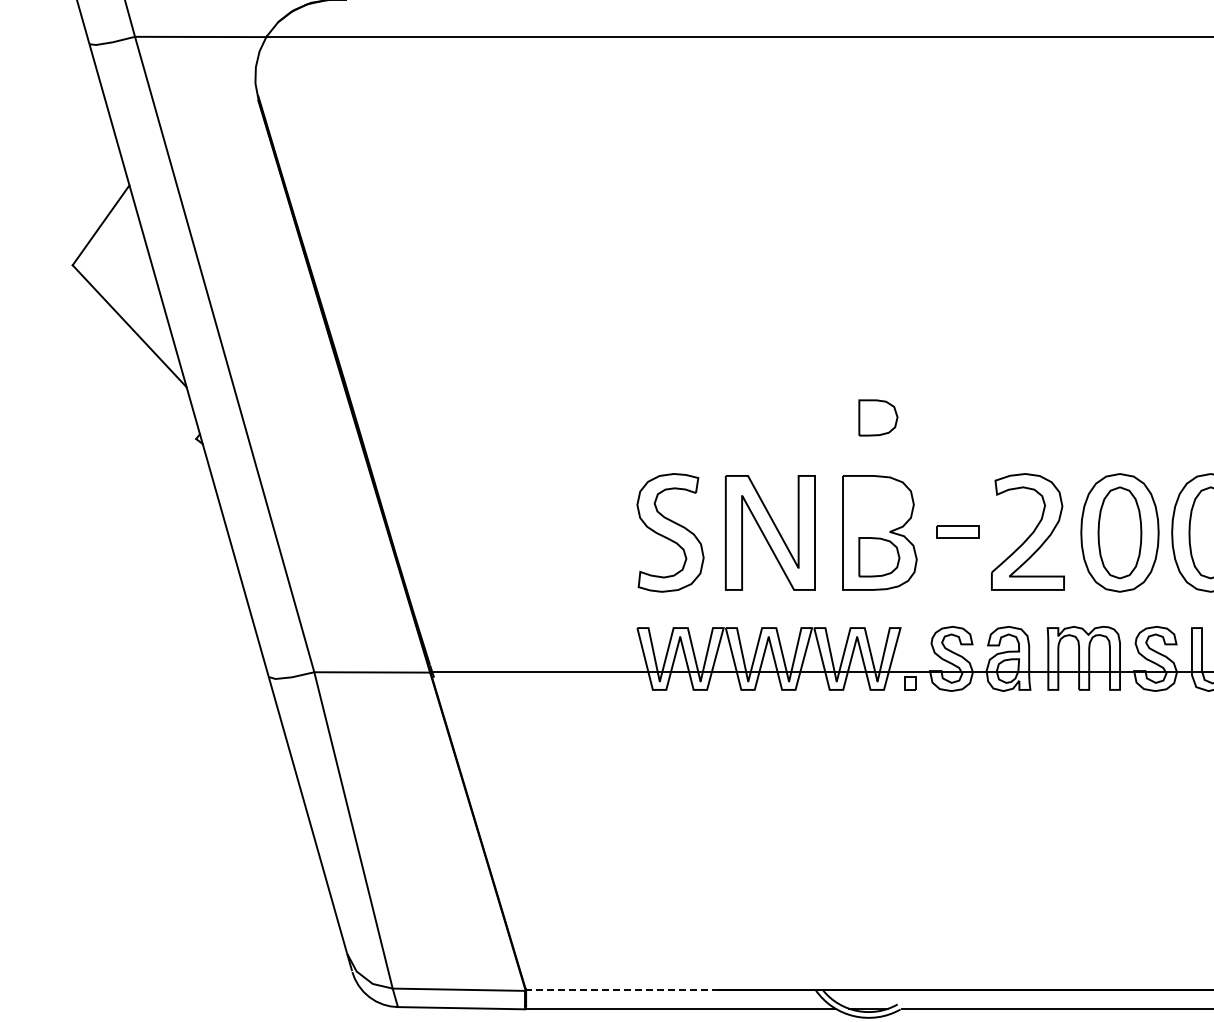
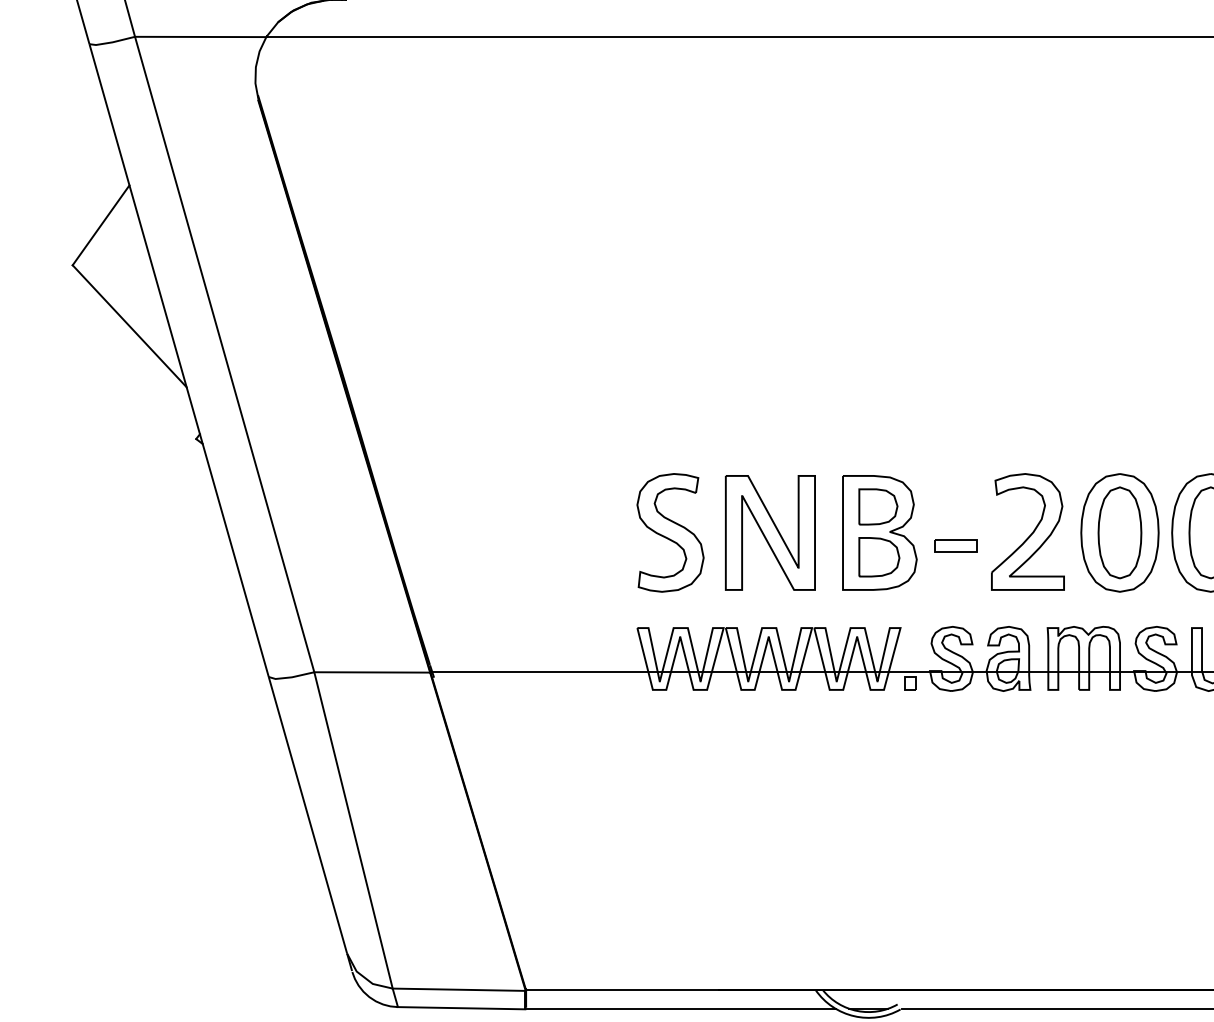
part at (878, 417) position: (878, 417) -> (878, 506)
part at (957, 531) position: (957, 531) -> (955, 545)
line at (622, 990): dashed -> solid
